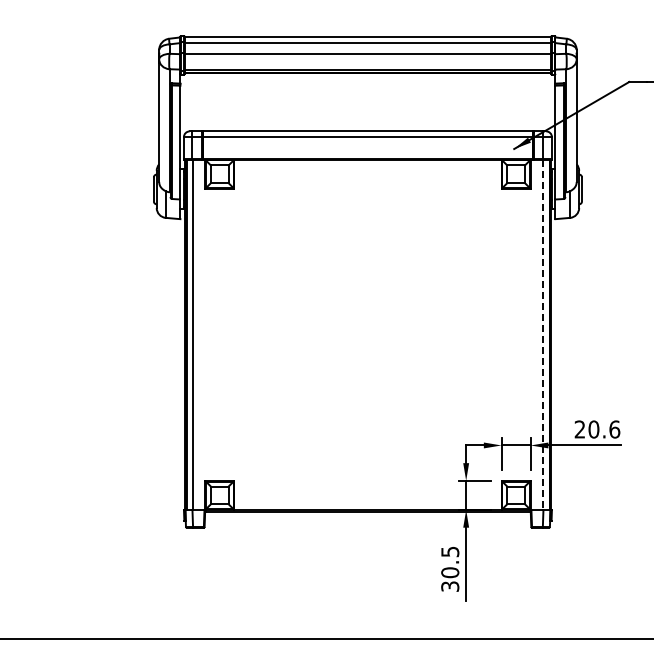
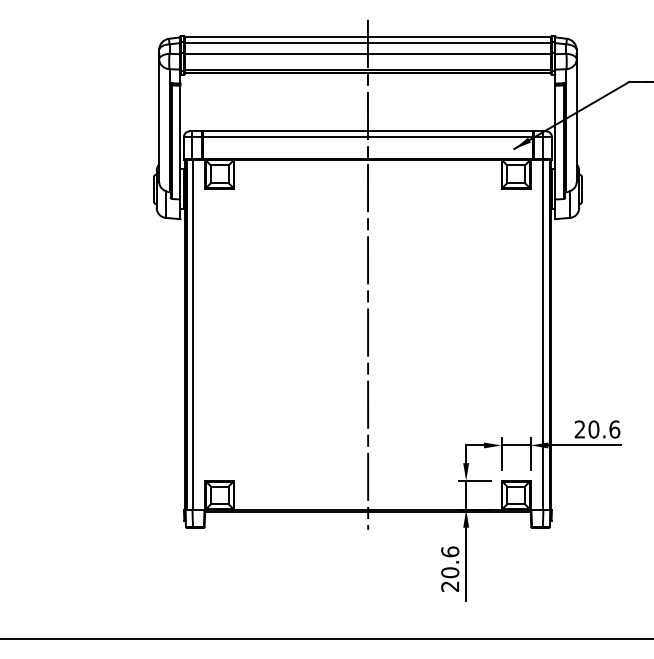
line at (367, 274): none -> present
line at (543, 335): dashed -> solid
text at (450, 568): 30.5 -> 20.6
